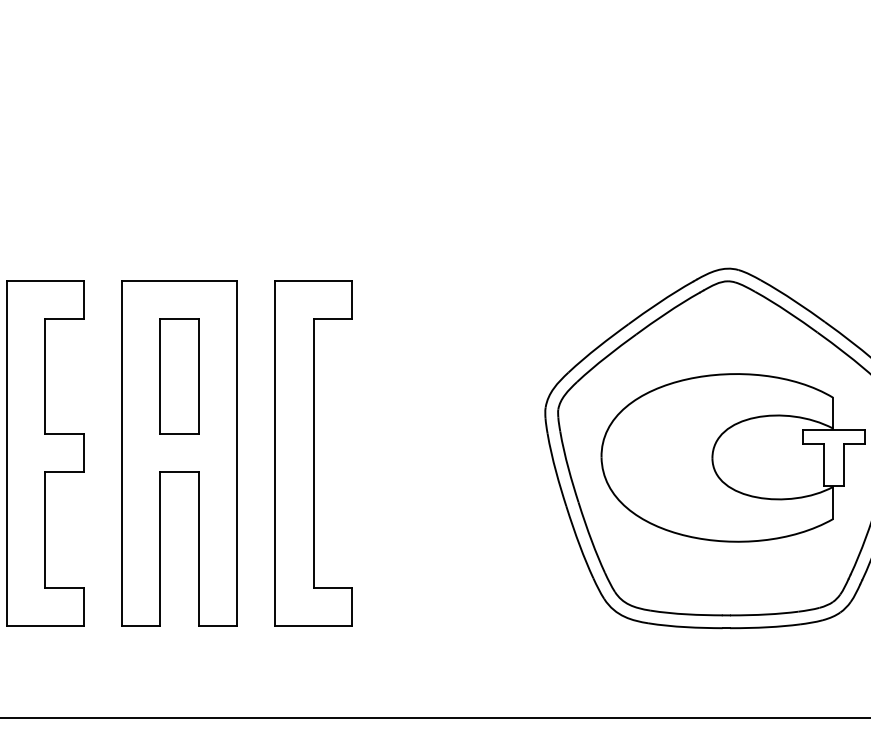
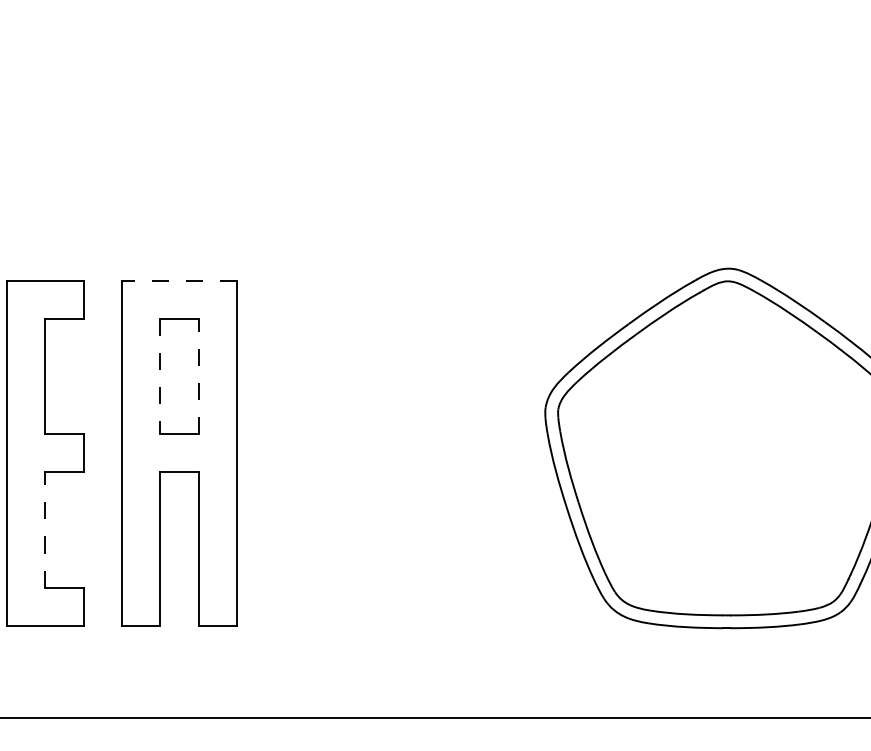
line at (179, 280): solid -> dashed
line at (160, 376): solid -> dashed
line at (198, 376): solid -> dashed
part at (313, 453): present -> none
part at (732, 457): present -> none
line at (45, 529): solid -> dashed
